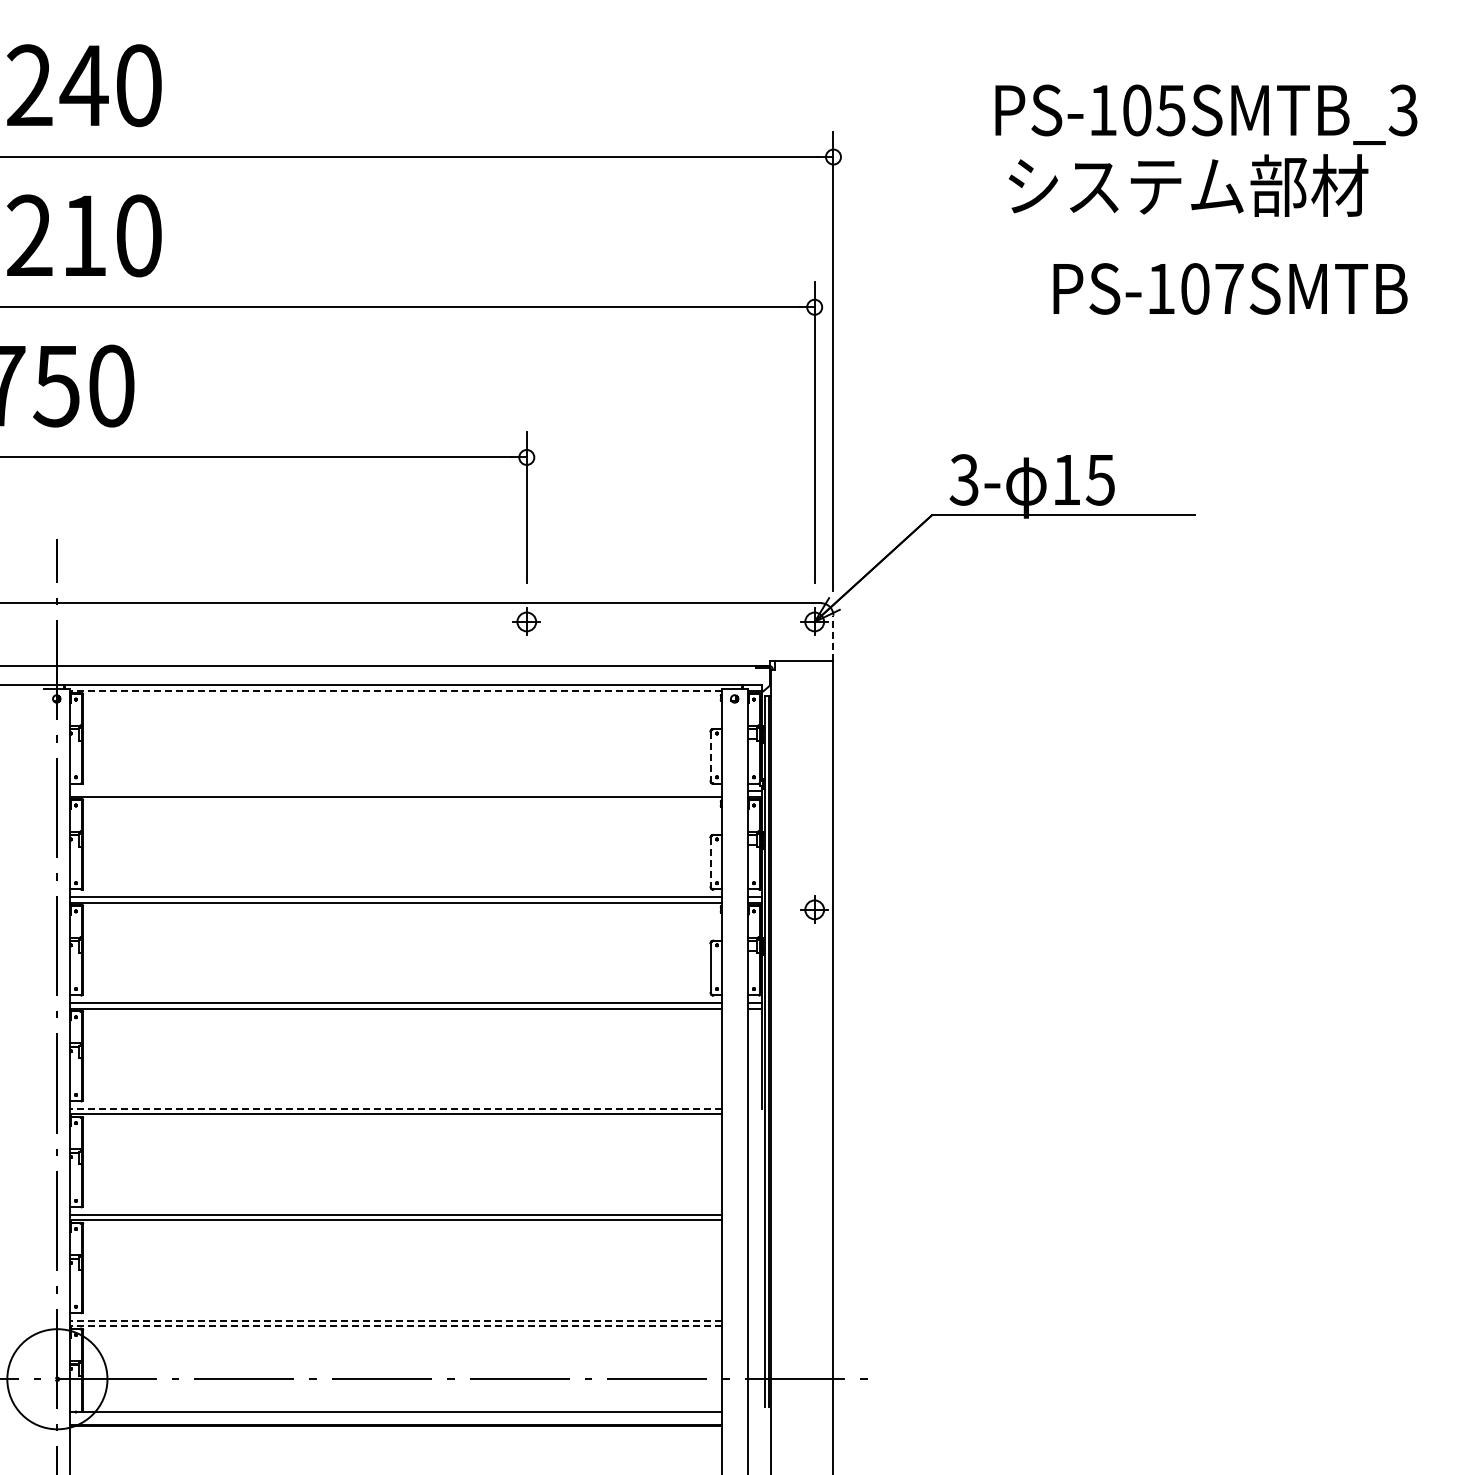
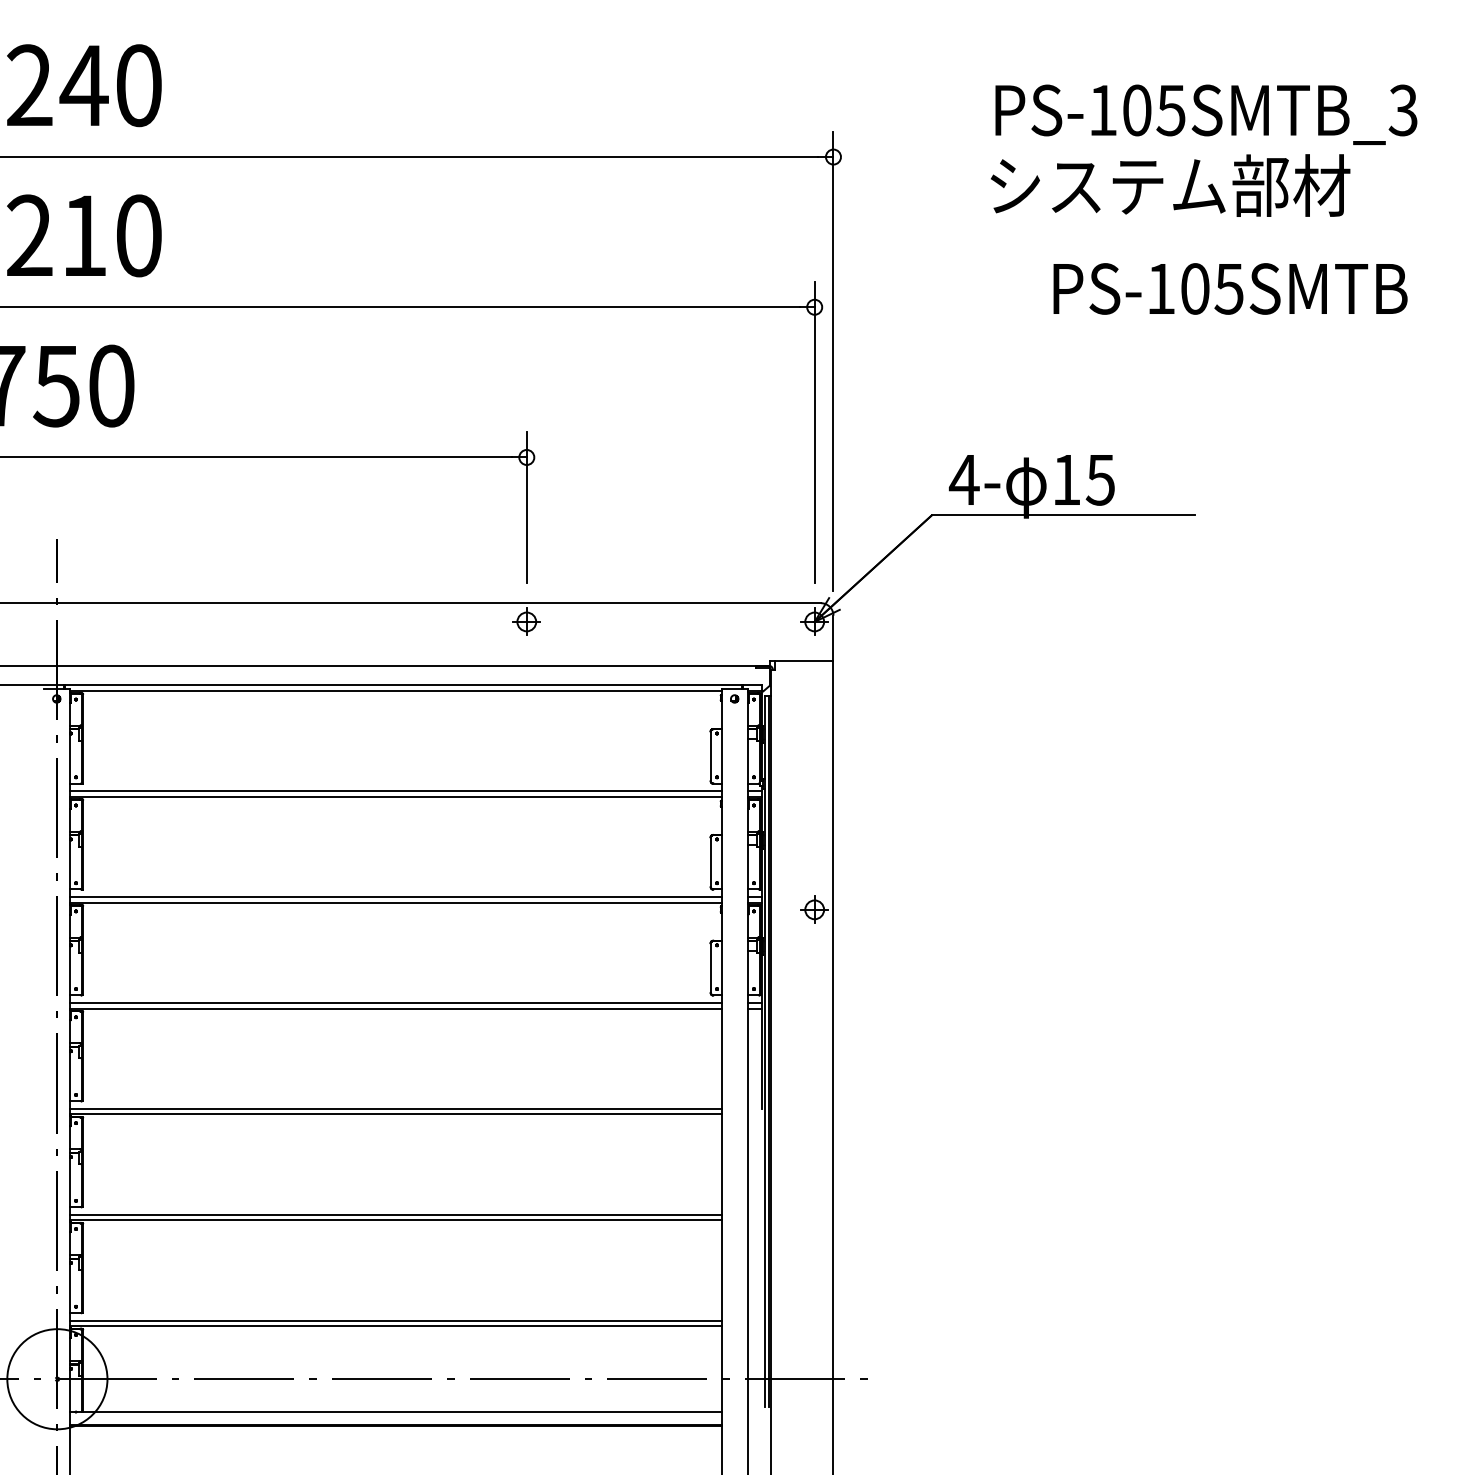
text at (1188, 185) position: (1188, 185) -> (1170, 185)
text at (1228, 289): PS-107SMTB -> PS-105SMTB
text at (963, 479): 3- -> 4-
line at (833, 638): dashed -> solid
line at (395, 690): dashed -> solid
line at (710, 756): dashed -> solid
line at (395, 791): none -> present
line at (710, 862): dashed -> solid
line at (395, 1108): dashed -> solid
line at (395, 1320): dashed -> solid
line at (395, 1326): dashed -> solid
